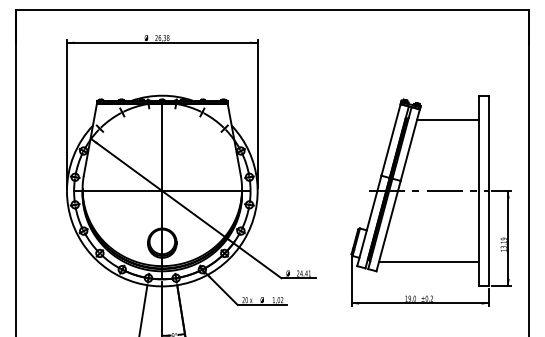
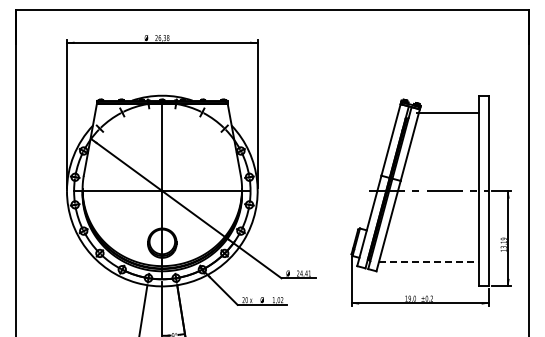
line at (448, 119) position: (448, 119) -> (448, 112)
line at (429, 262): solid -> dashed
